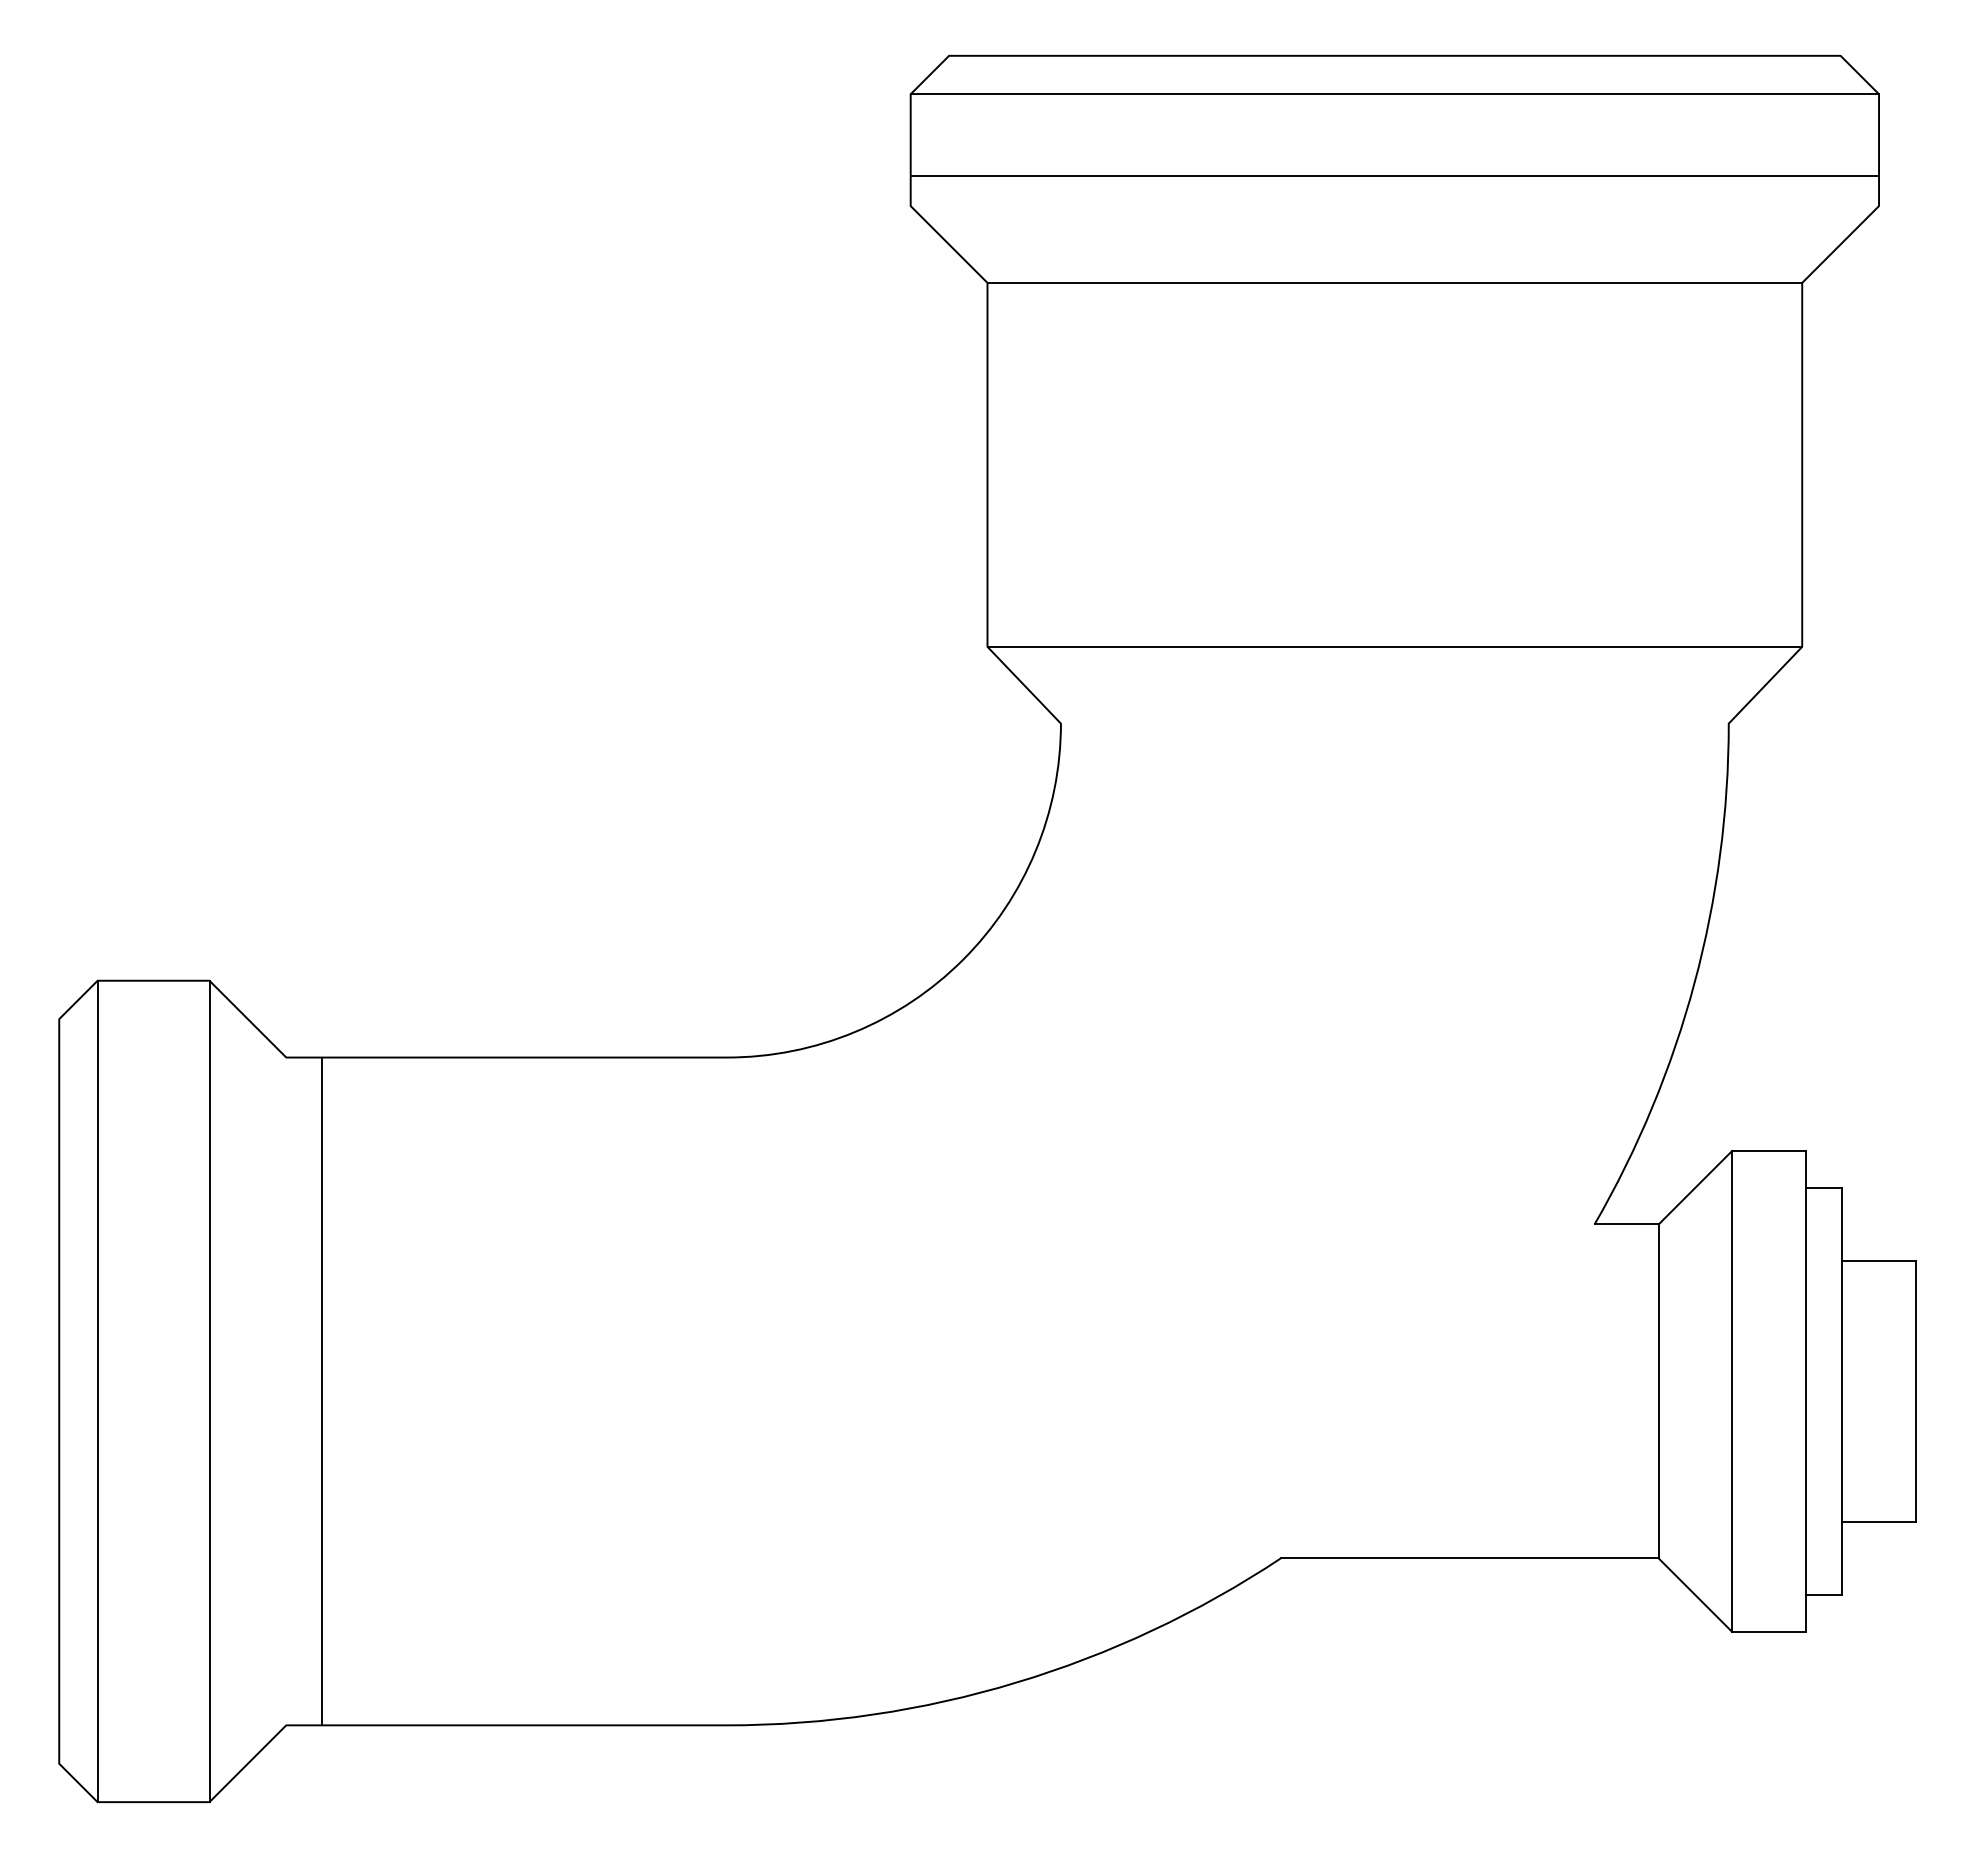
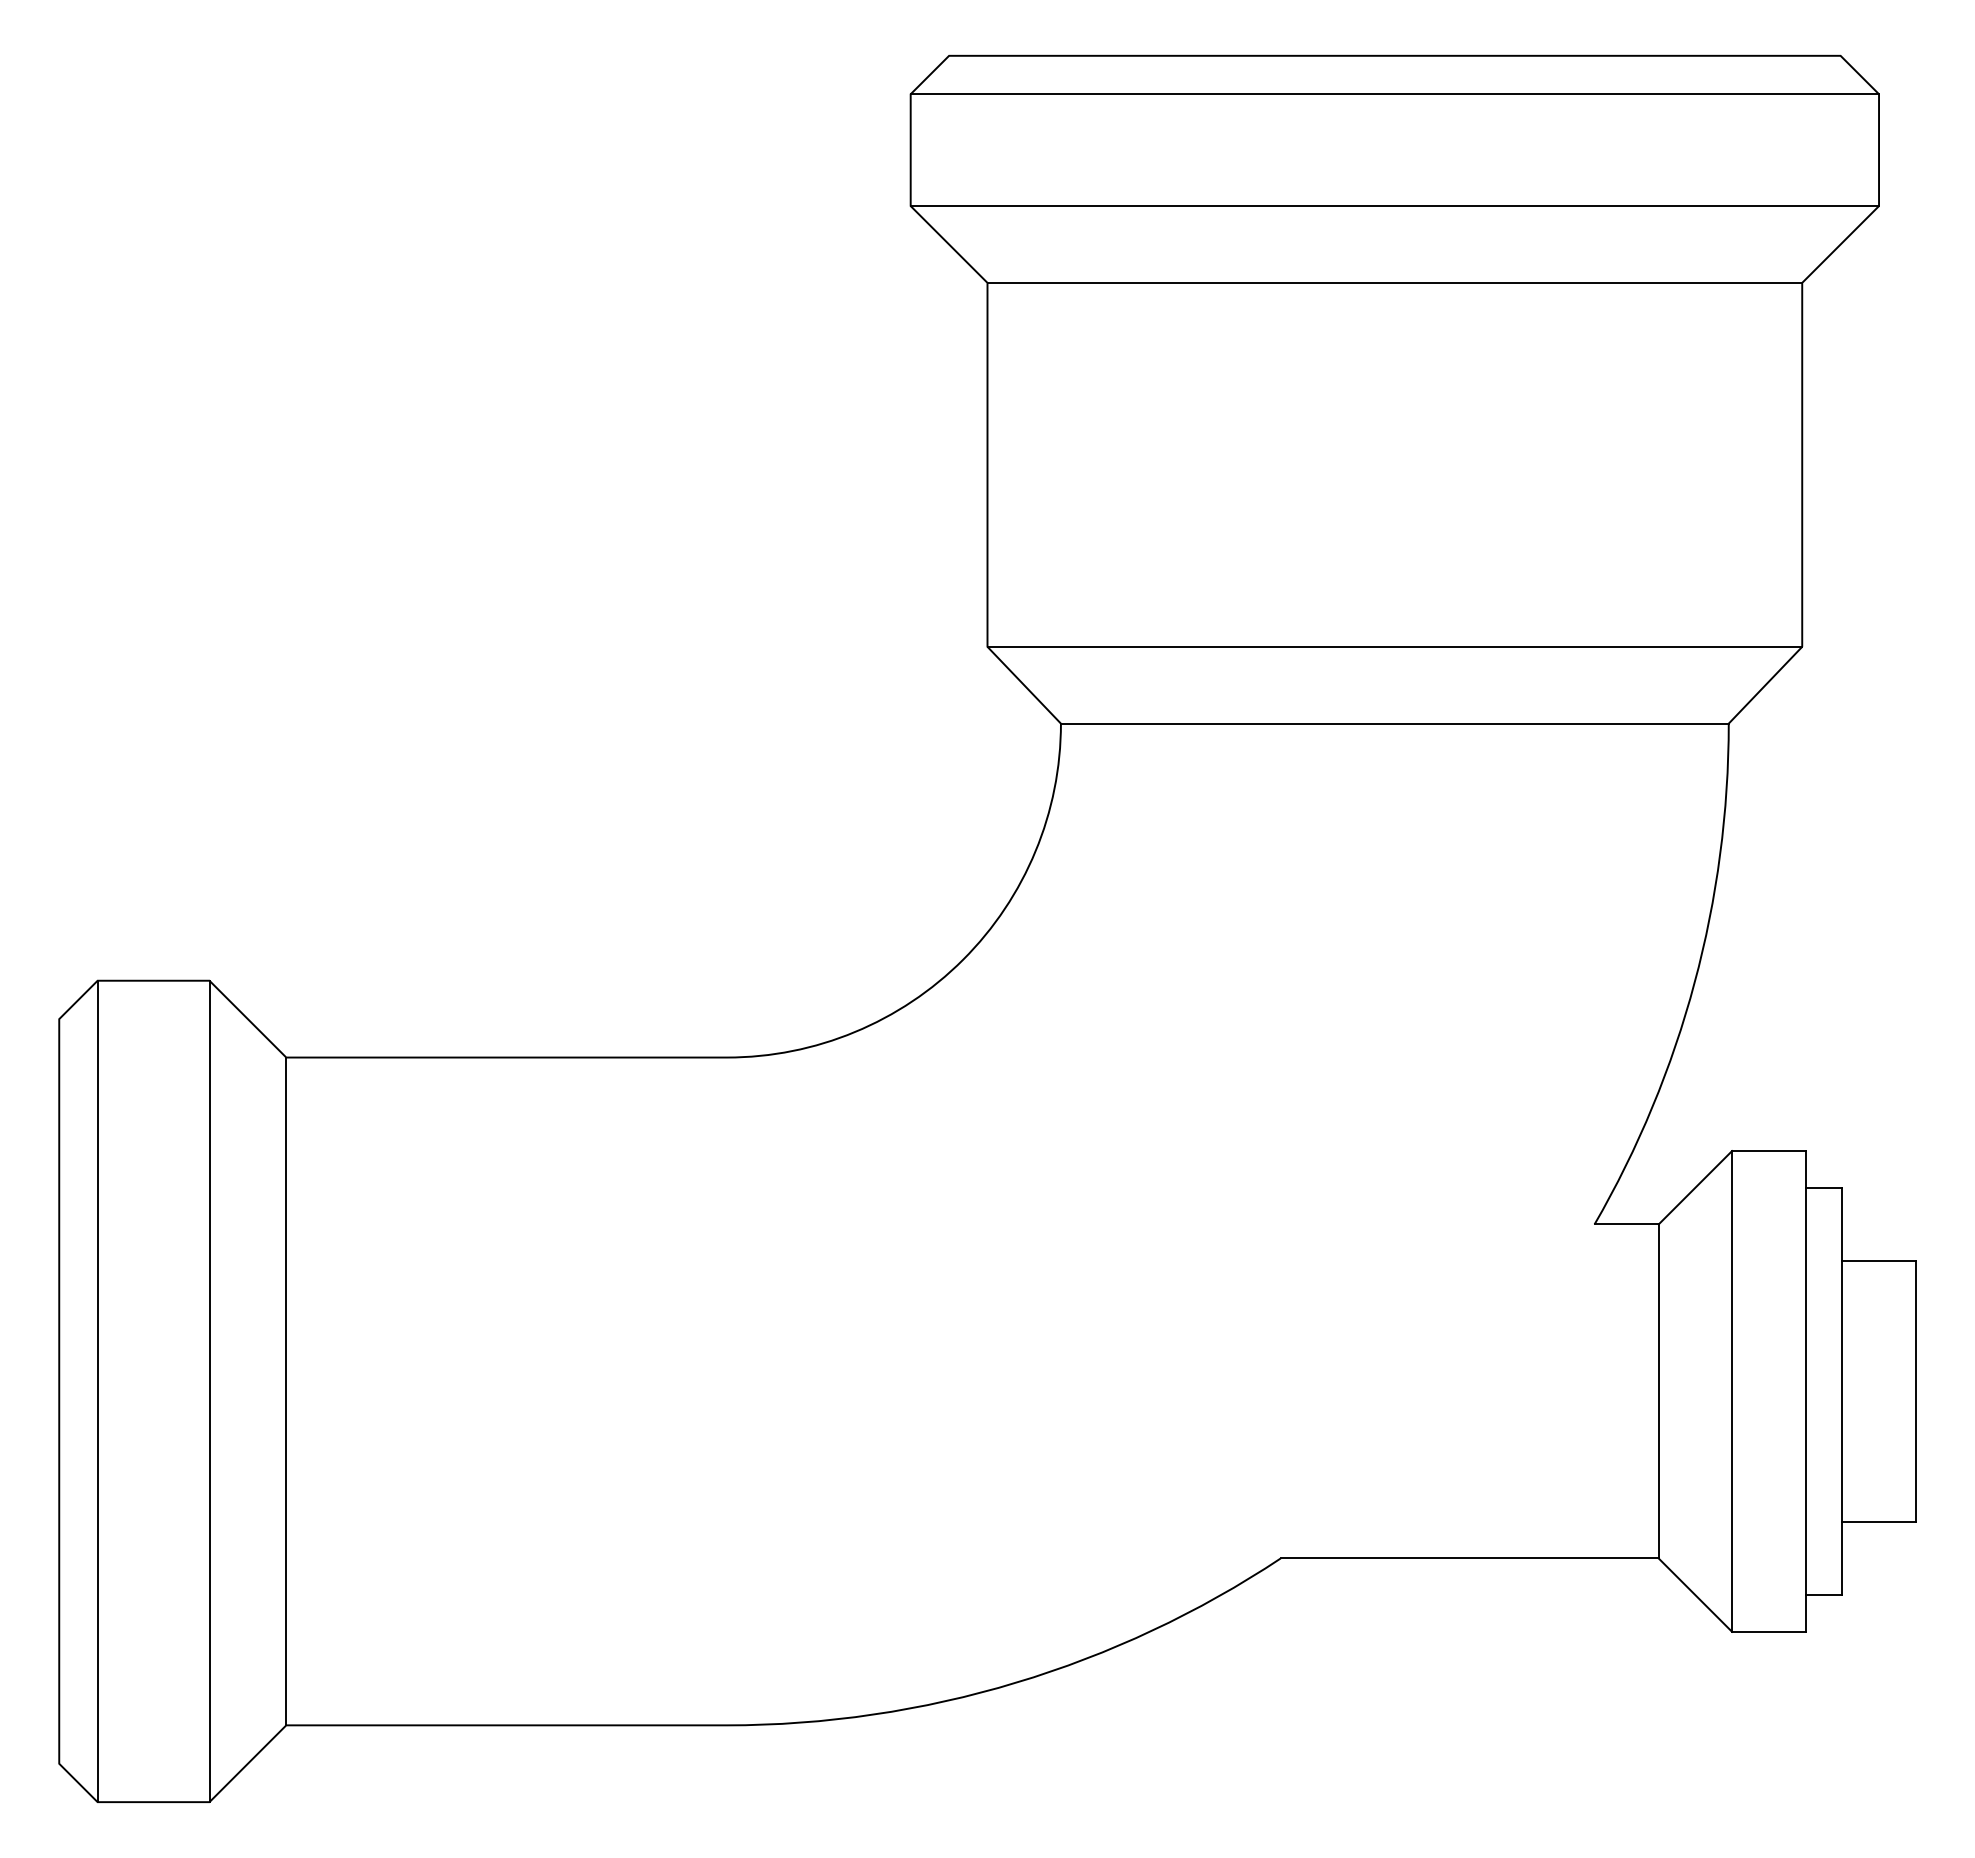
line at (1394, 176) position: (1394, 176) -> (1394, 206)
line at (1394, 723): none -> present
line at (322, 1391) position: (322, 1391) -> (286, 1391)
